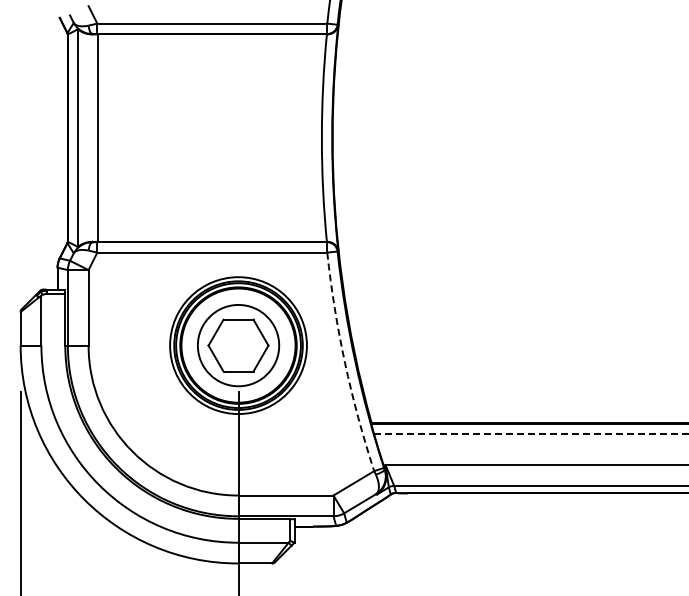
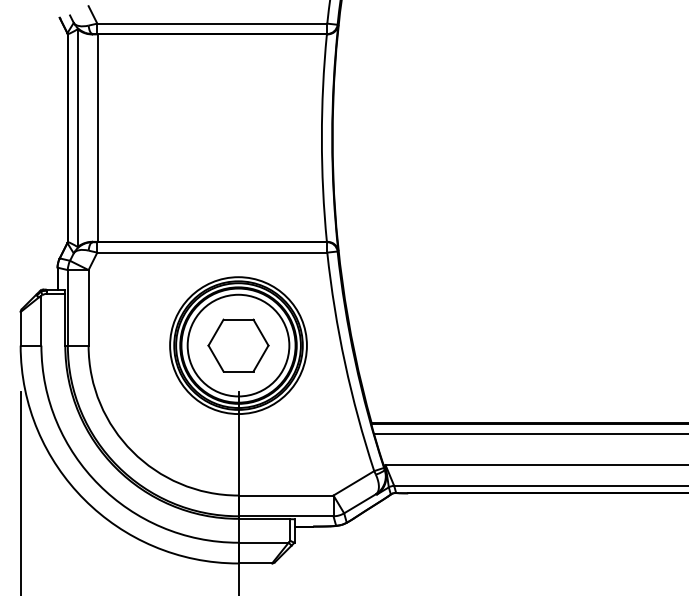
circle at (238, 345) diameter: 81 px -> 102 px
arc at (345, 363): dashed -> solid
line at (531, 434): dashed -> solid
